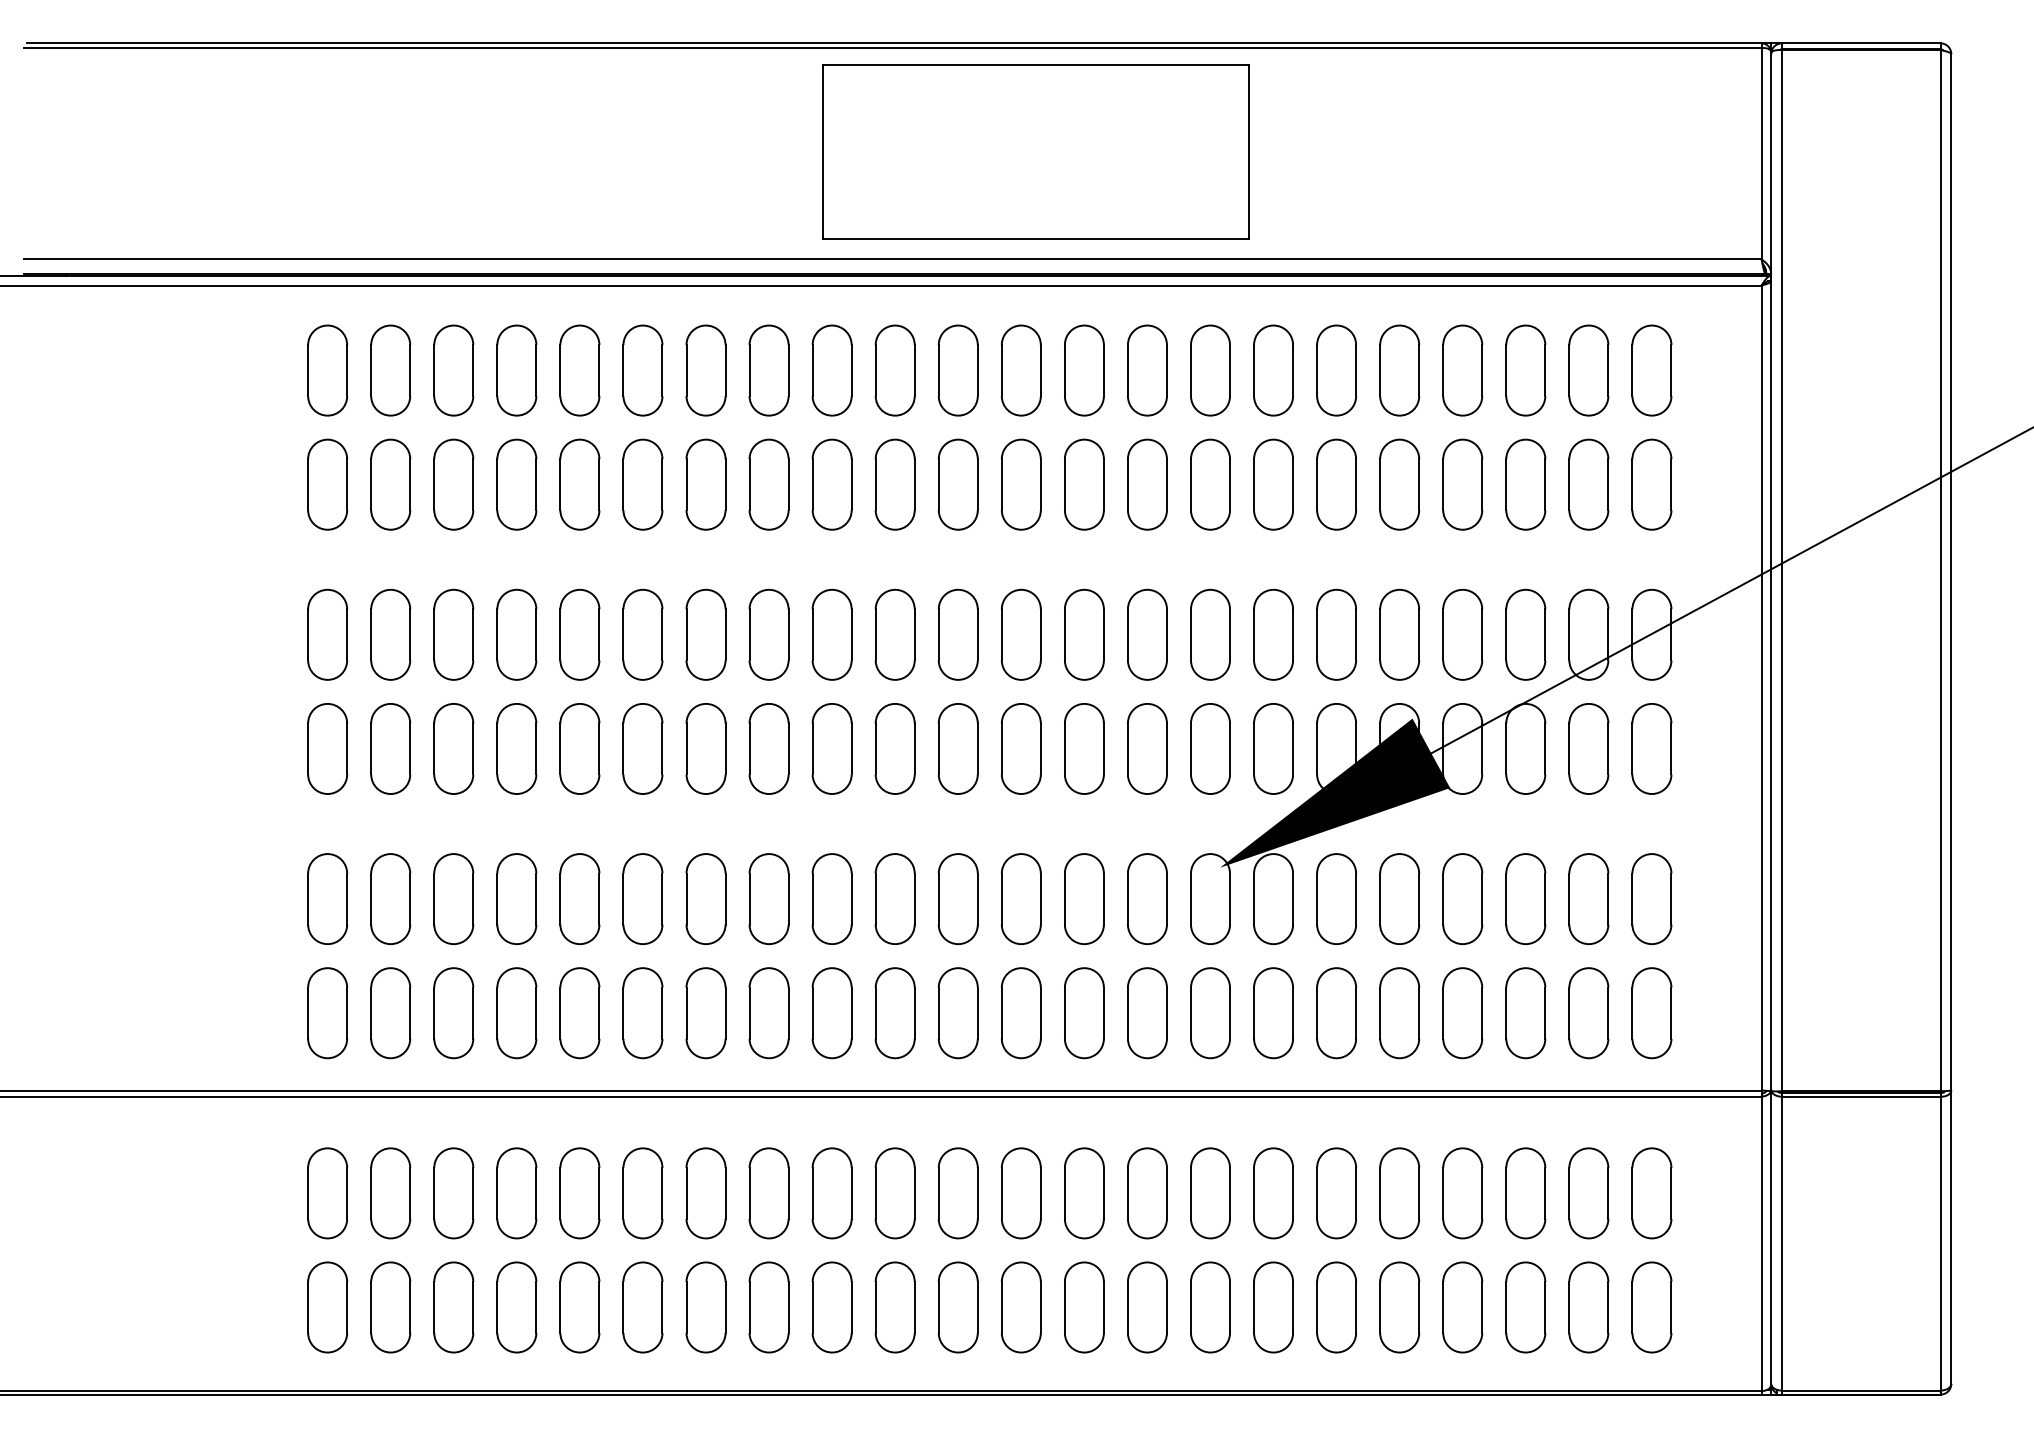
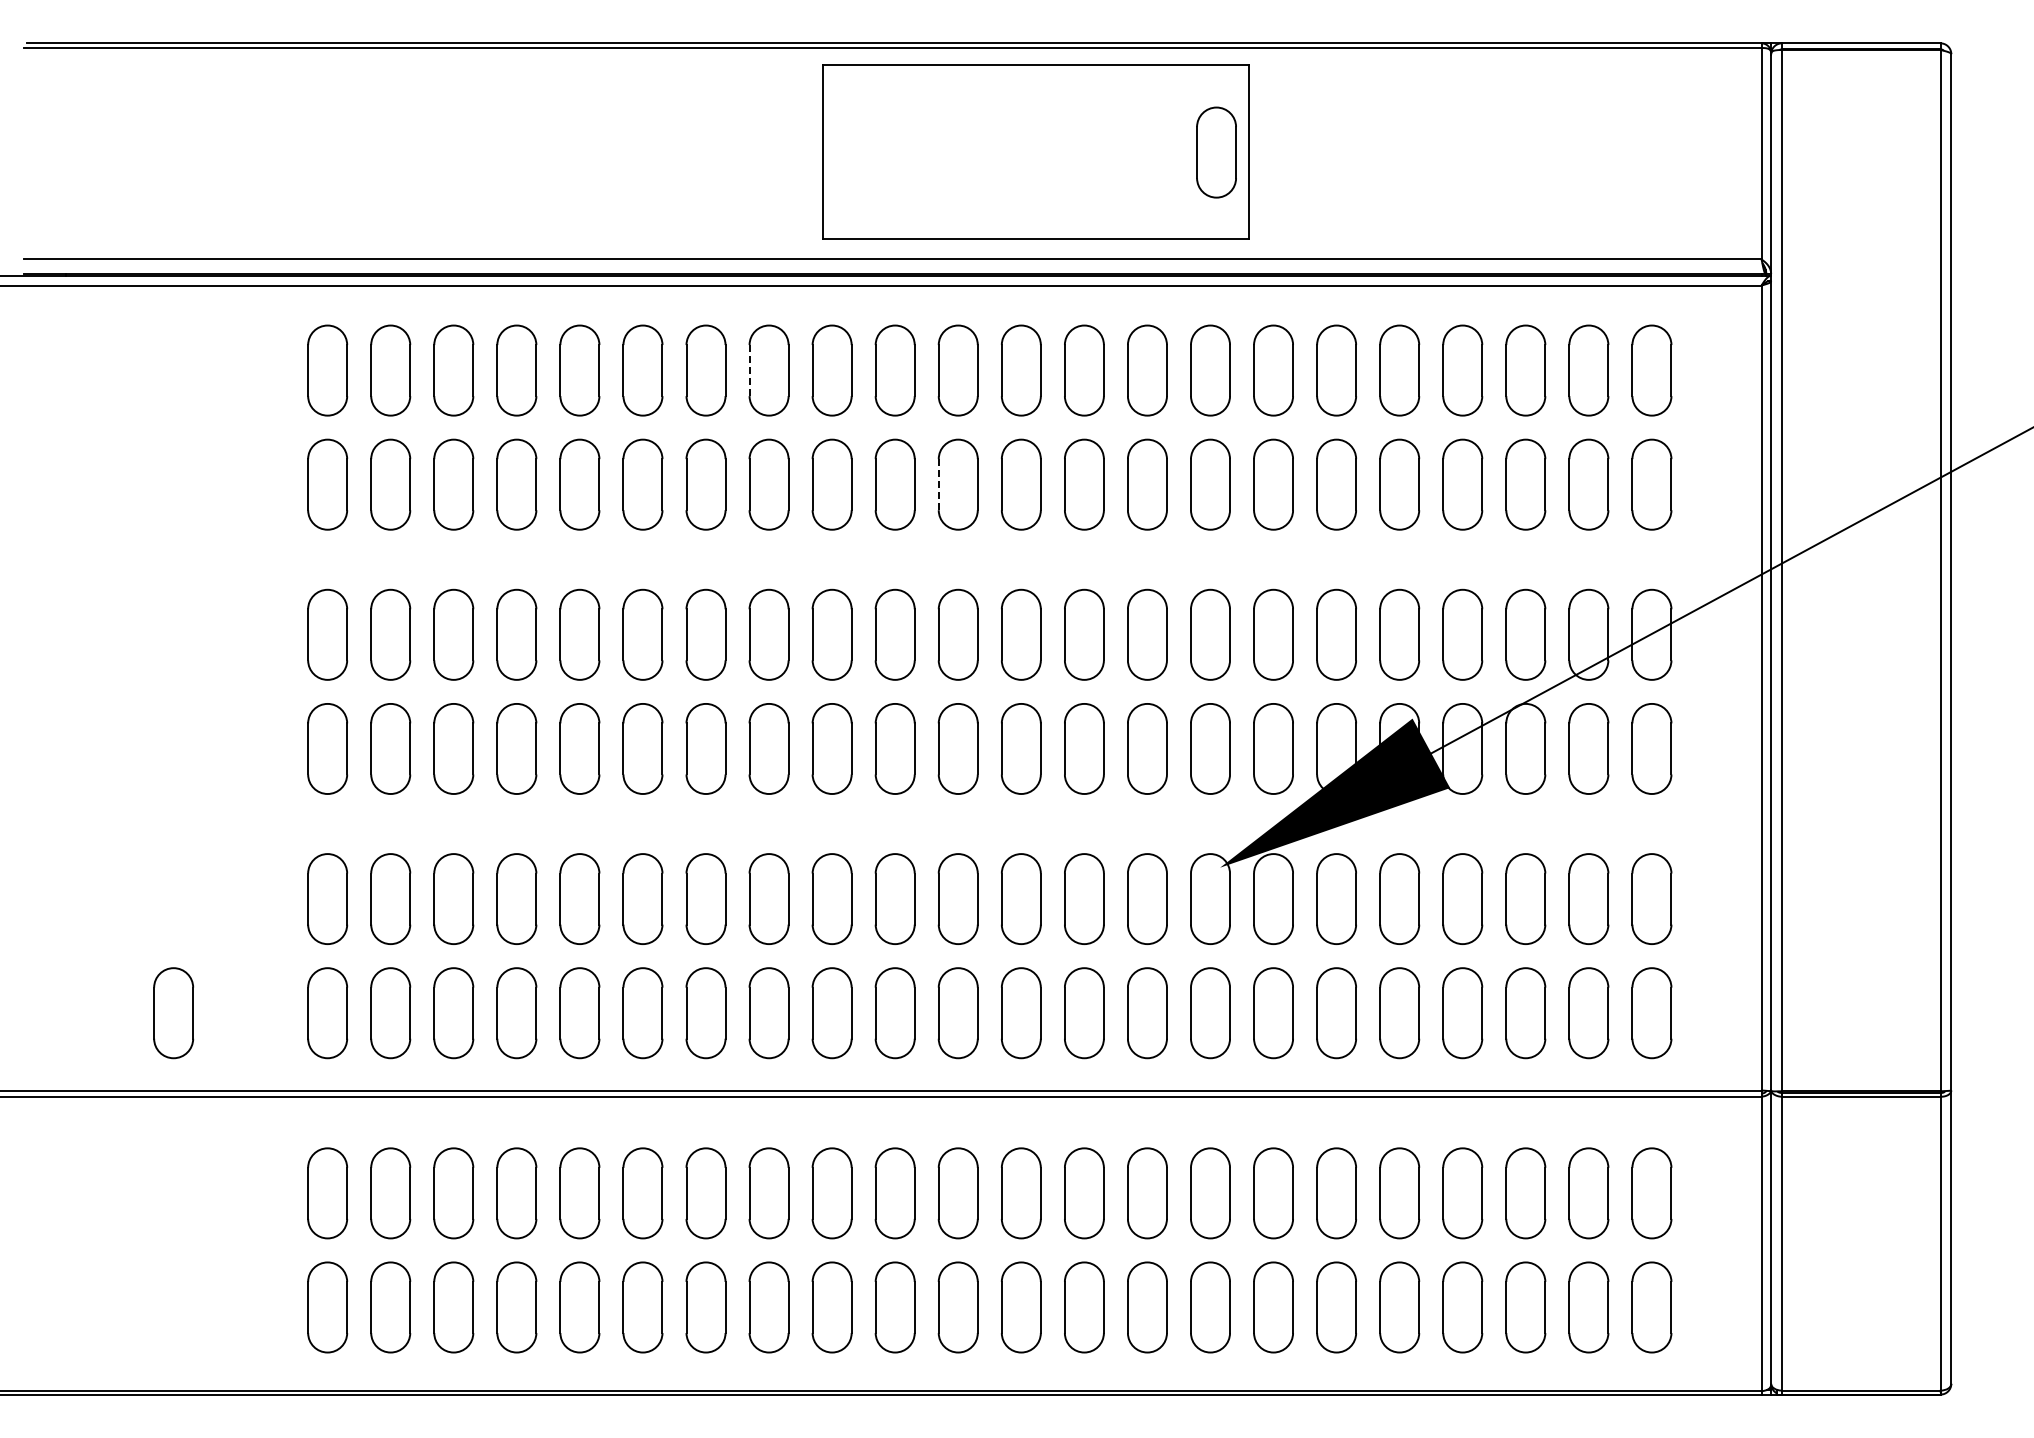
part at (1216, 152): none -> present
line at (749, 370): solid -> dashed
line at (938, 484): solid -> dashed
part at (173, 1013): none -> present
